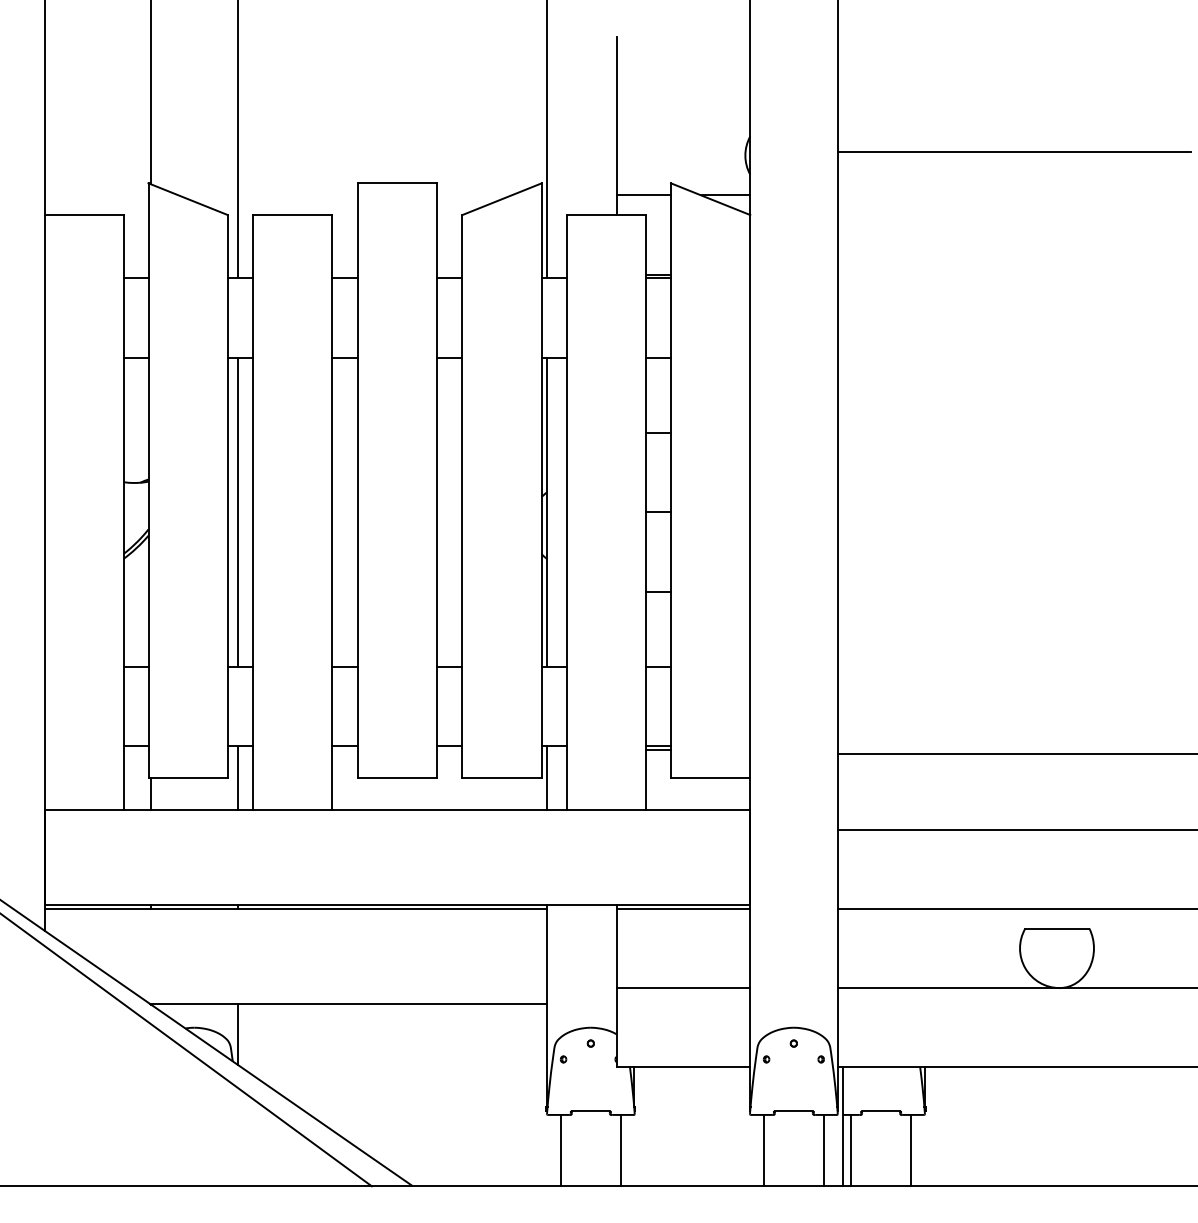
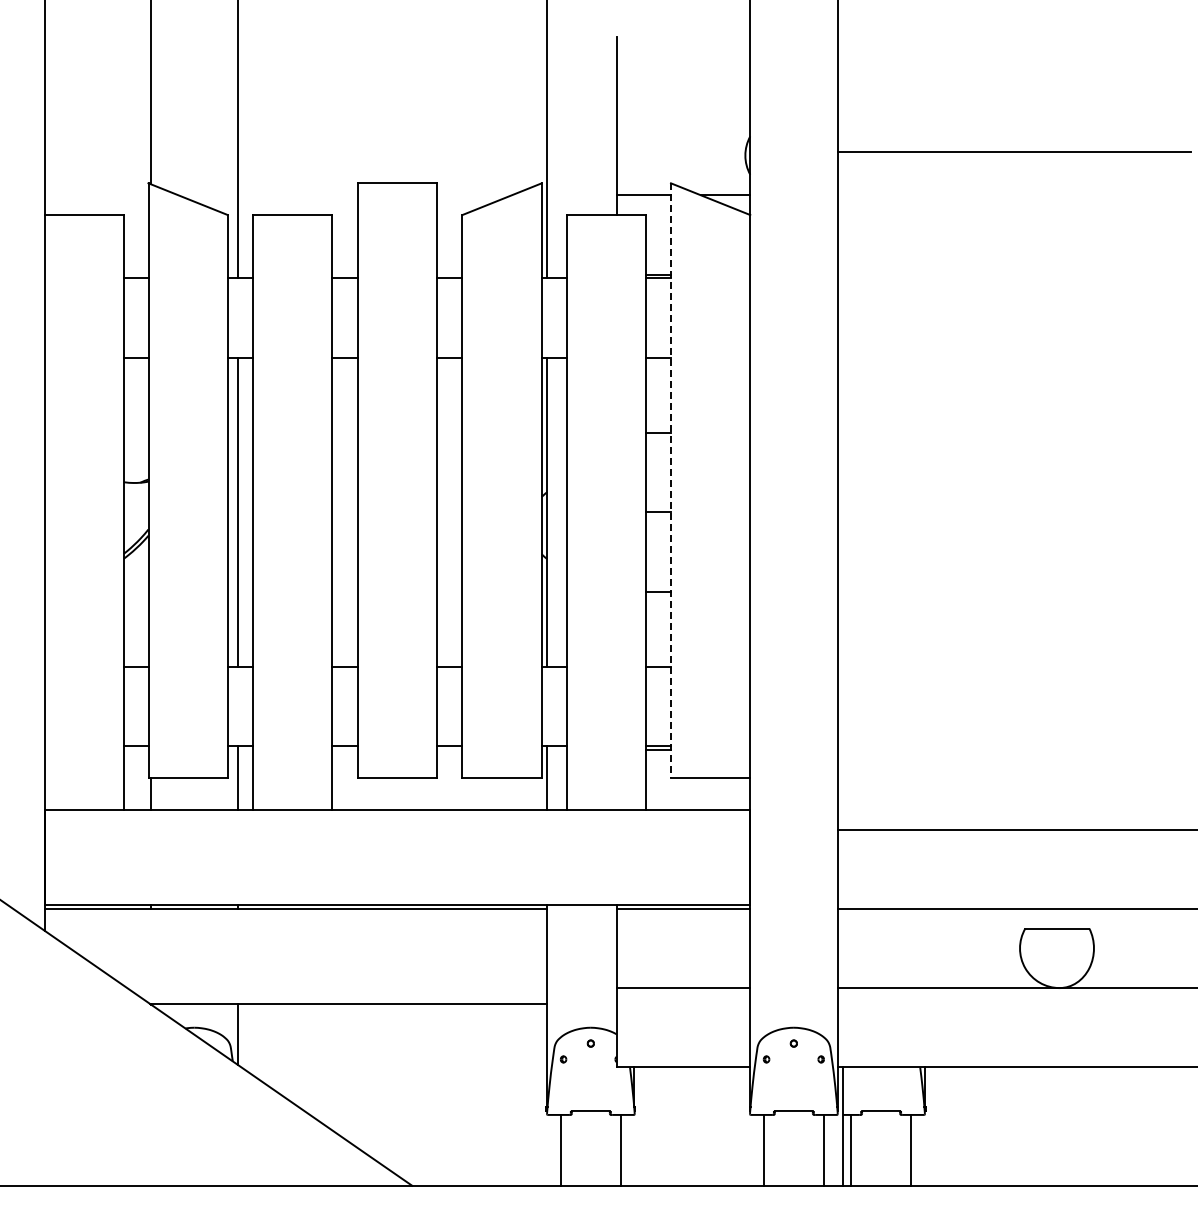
line at (671, 481): solid -> dashed
line at (1015, 754): present -> none
line at (186, 1050): present -> none
